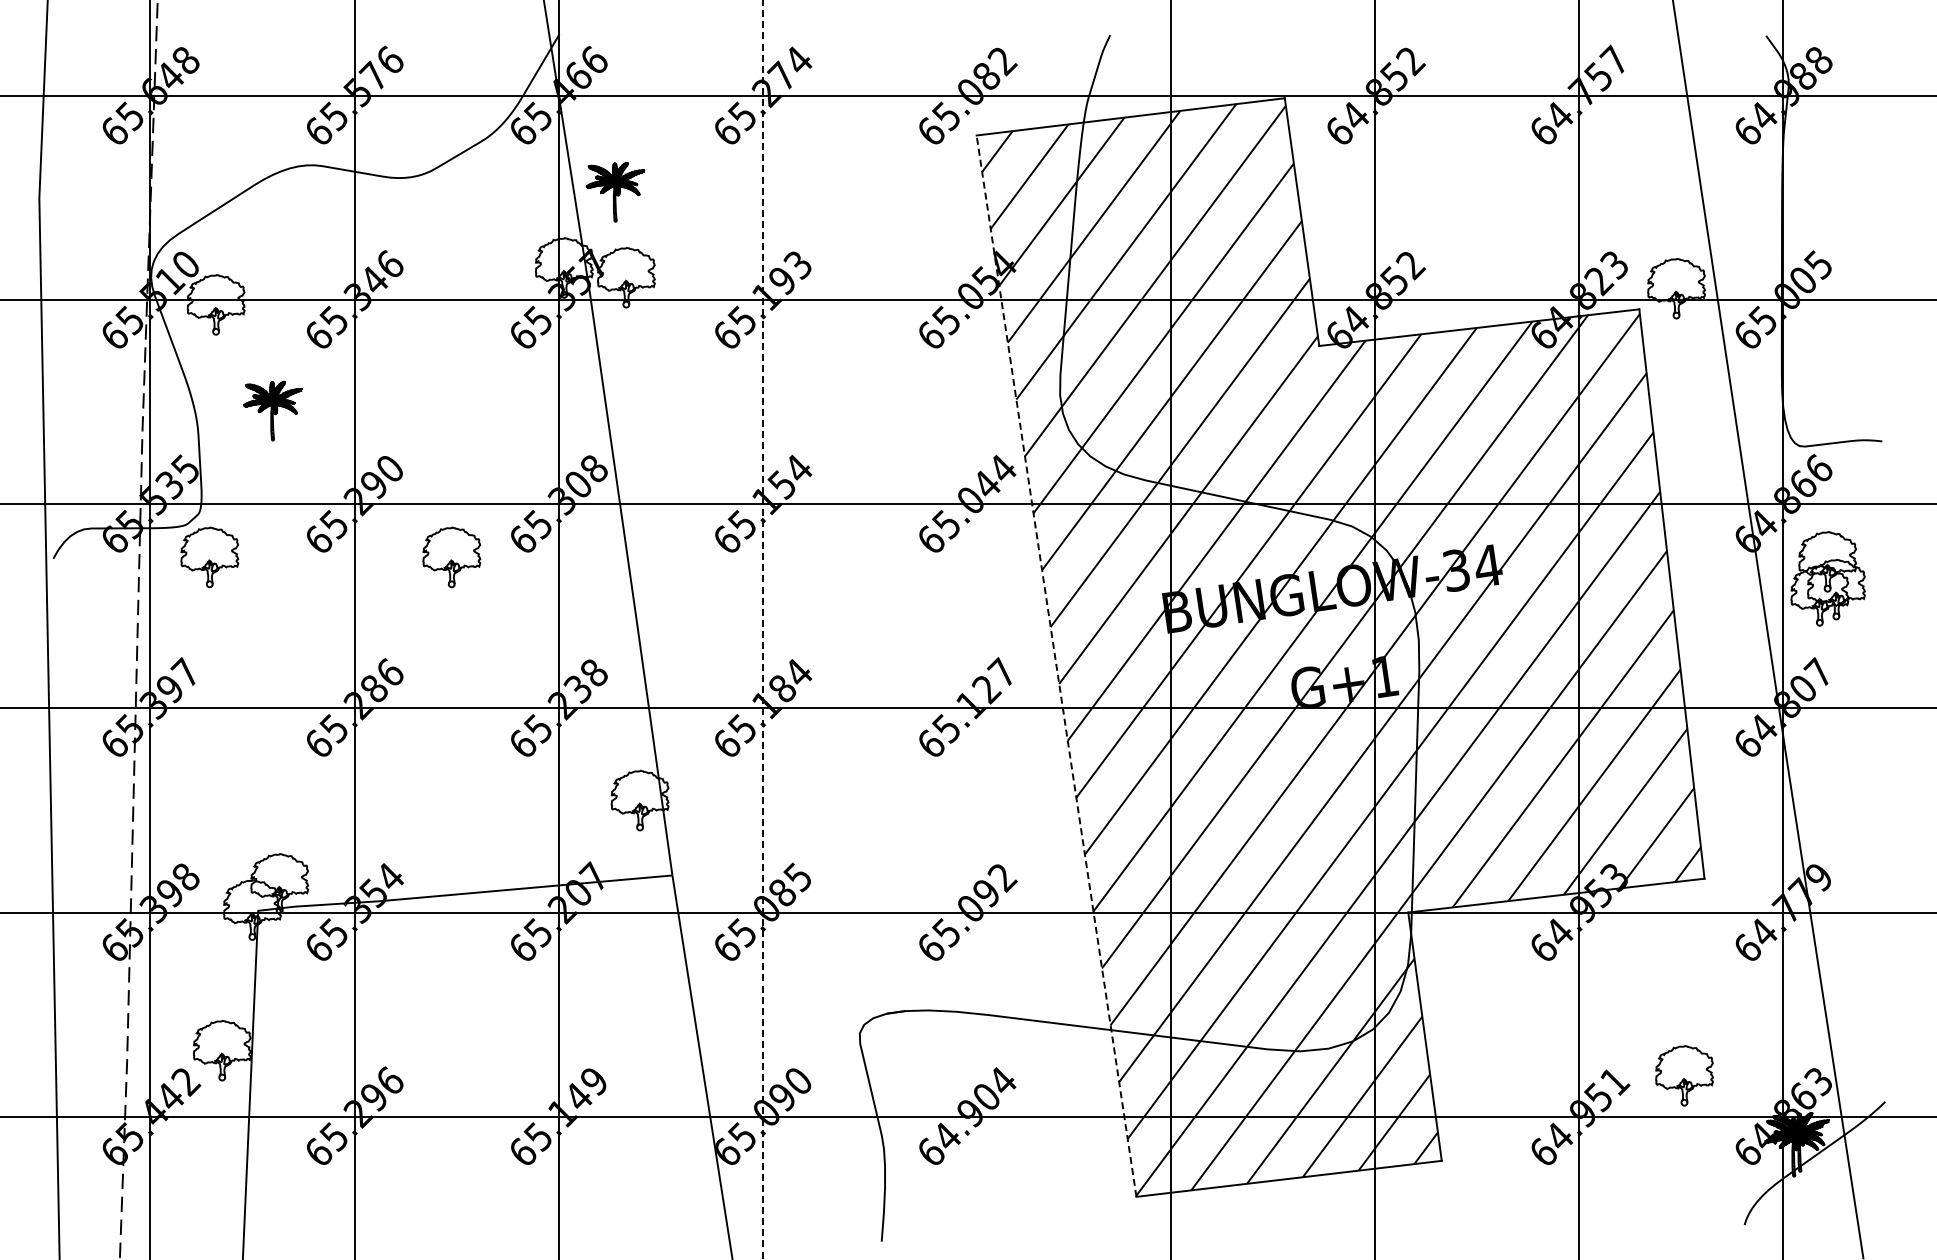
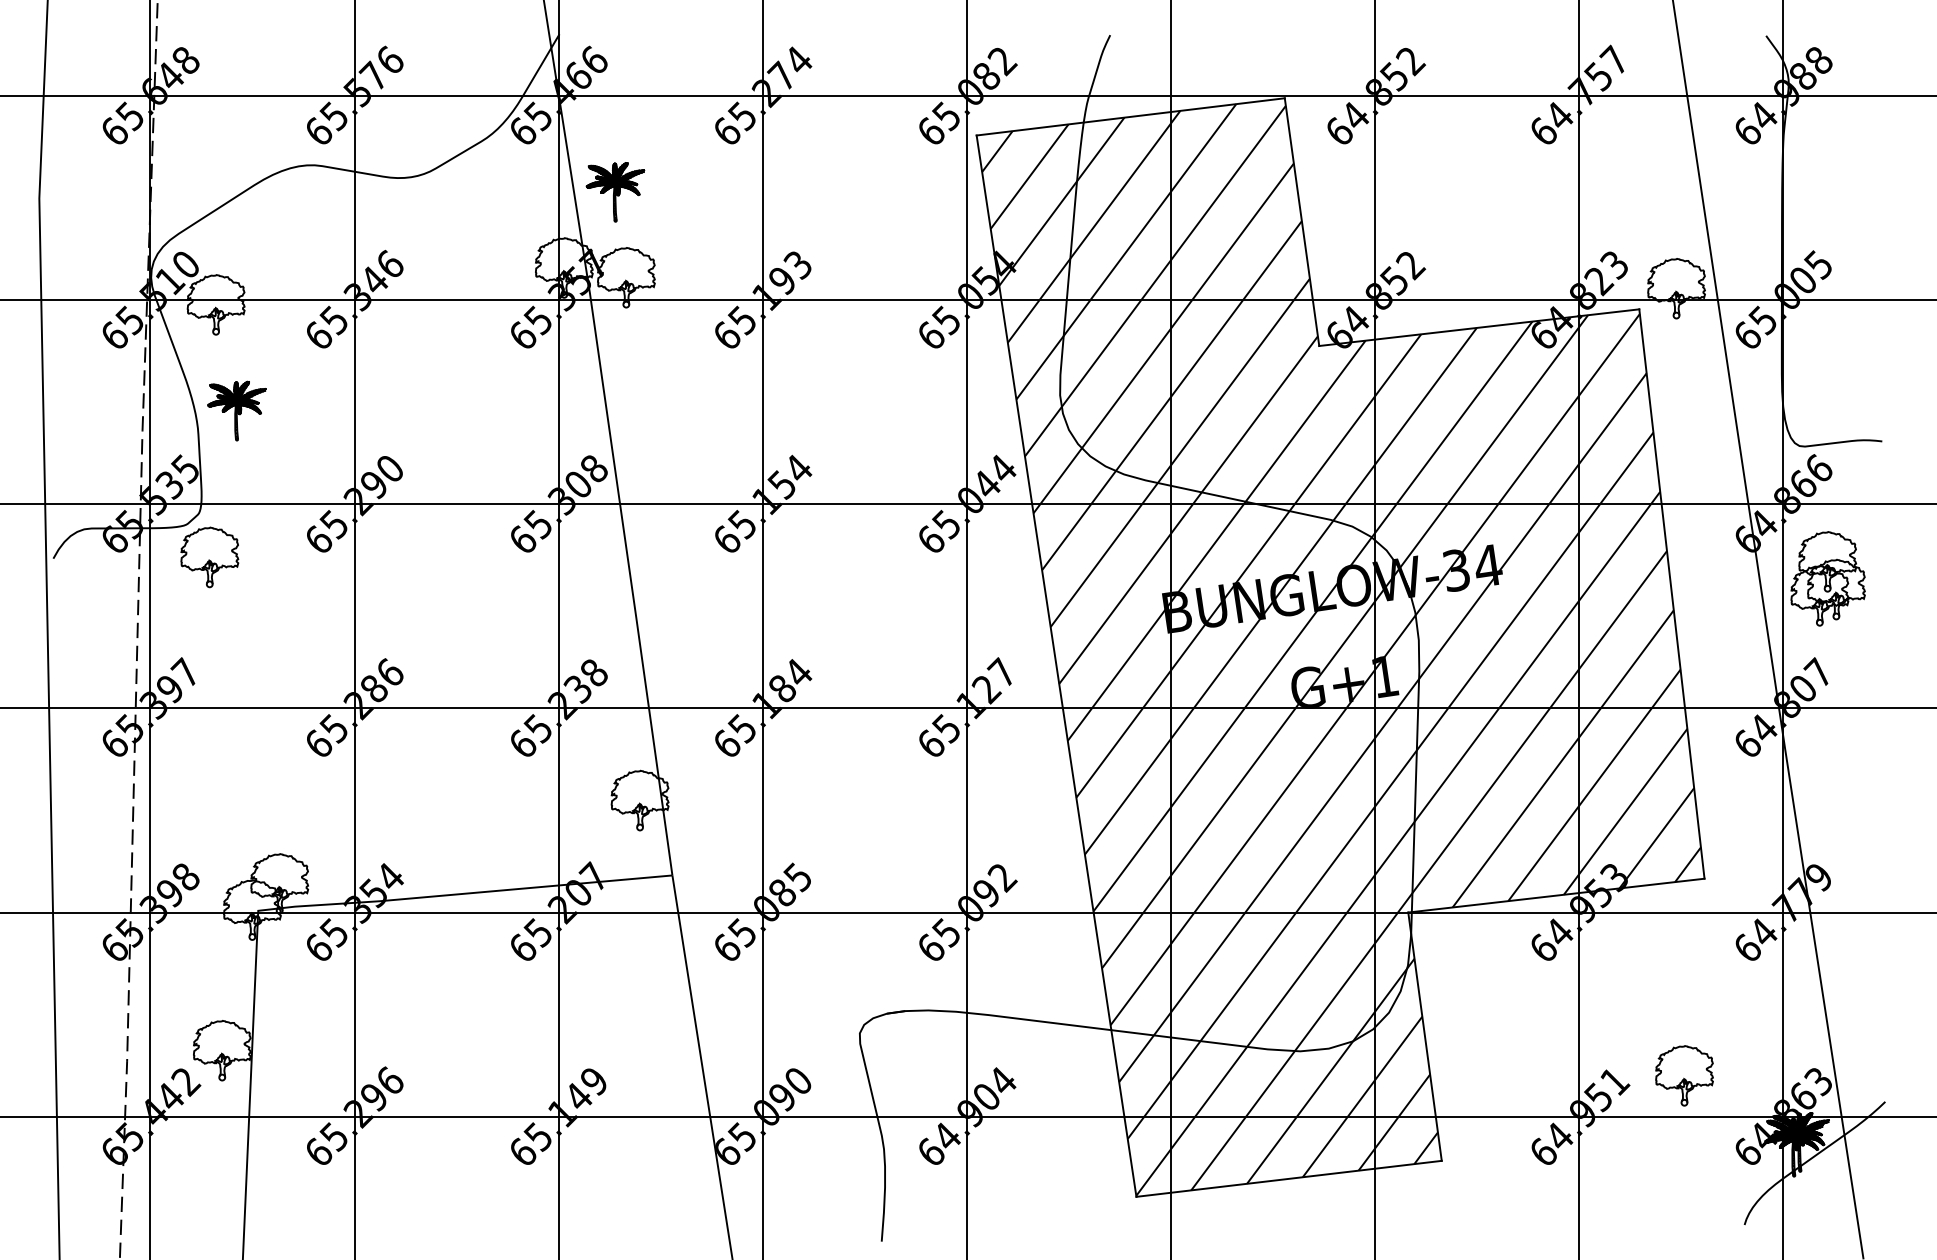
part at (272, 410) position: (272, 410) -> (236, 410)
part at (451, 557): present -> none
line at (762, 629): dashed -> solid
line at (966, 629): none -> present
line at (1056, 666): dashed -> solid
